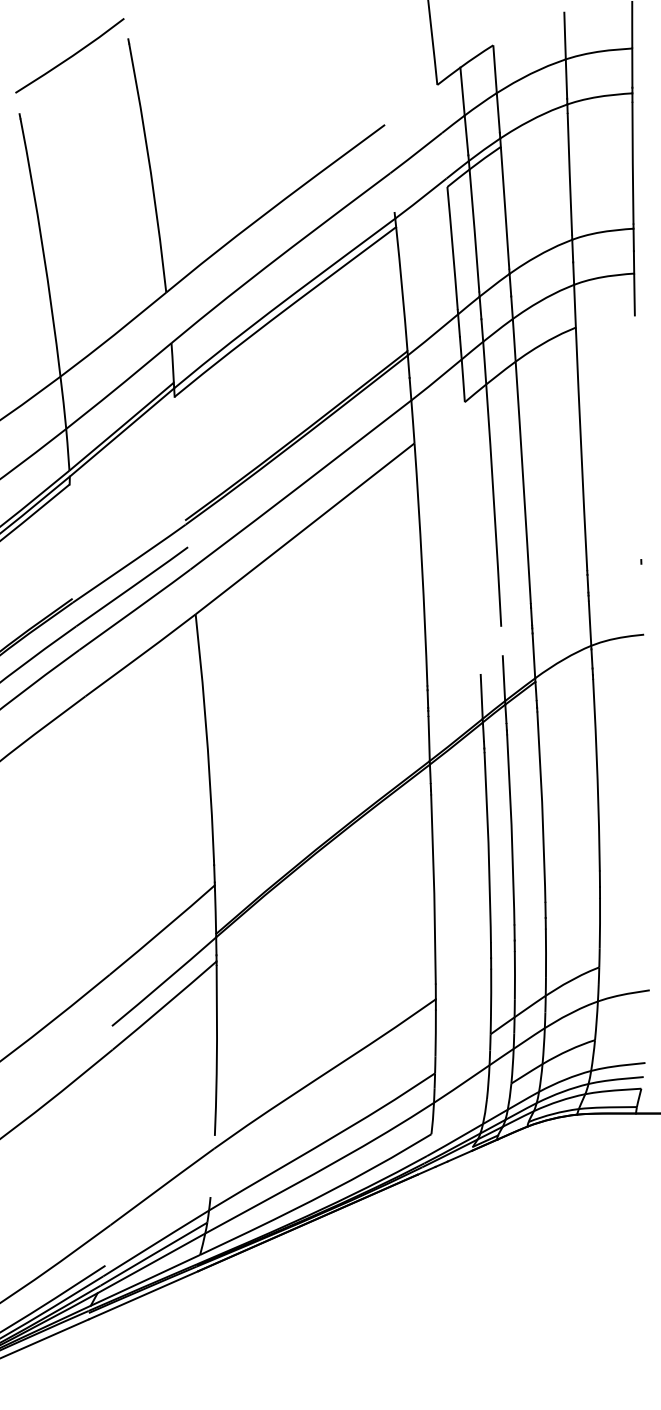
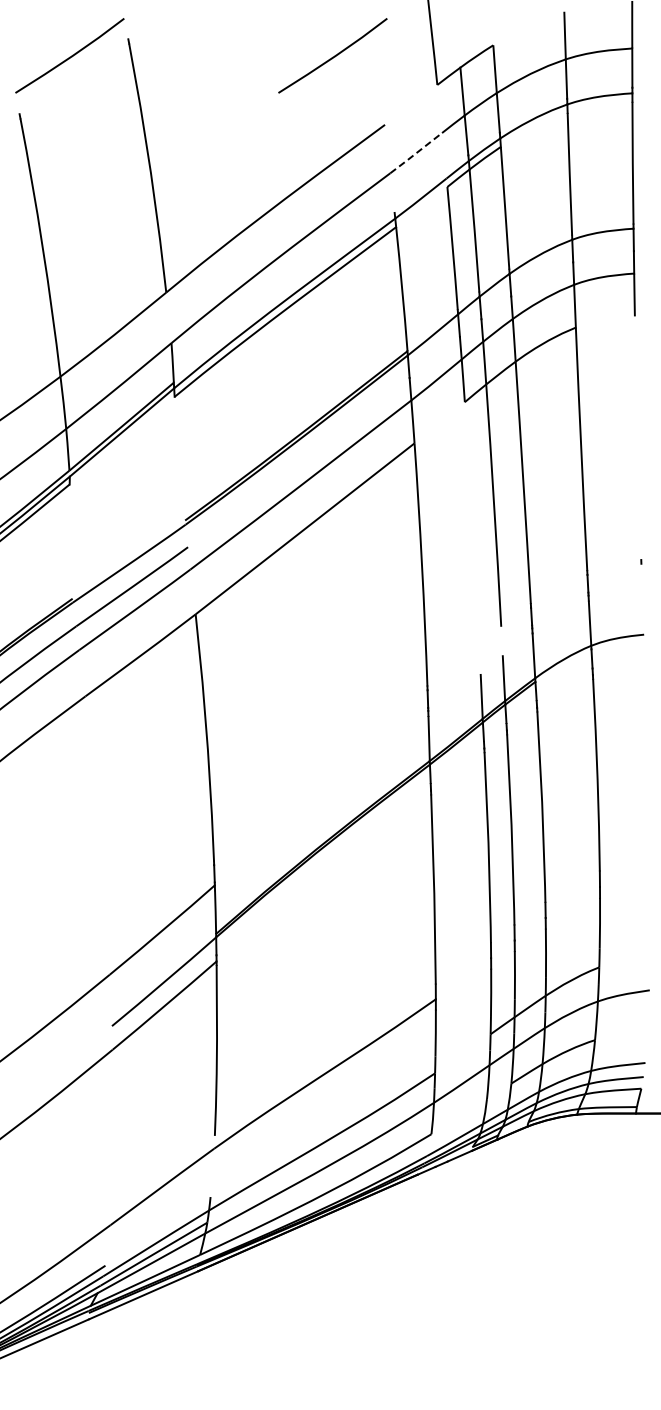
line at (332, 56): none -> present
line at (415, 153): solid -> dashed
